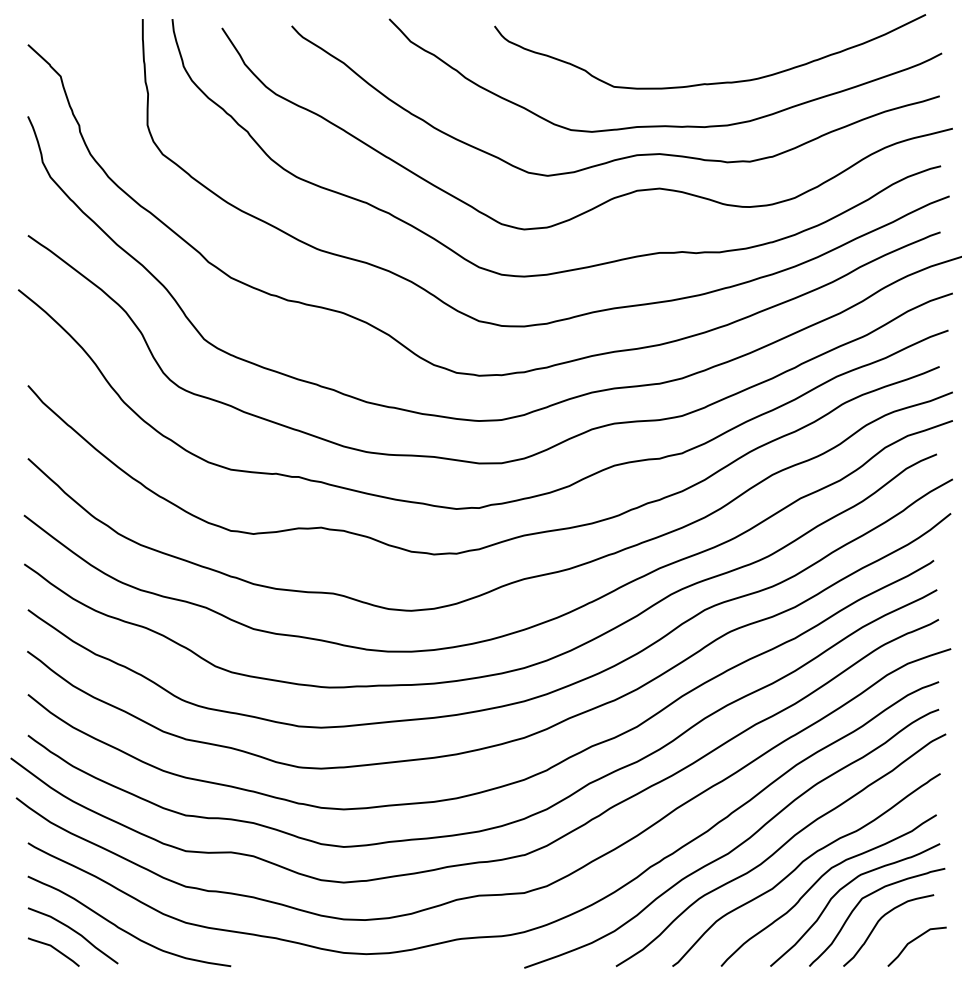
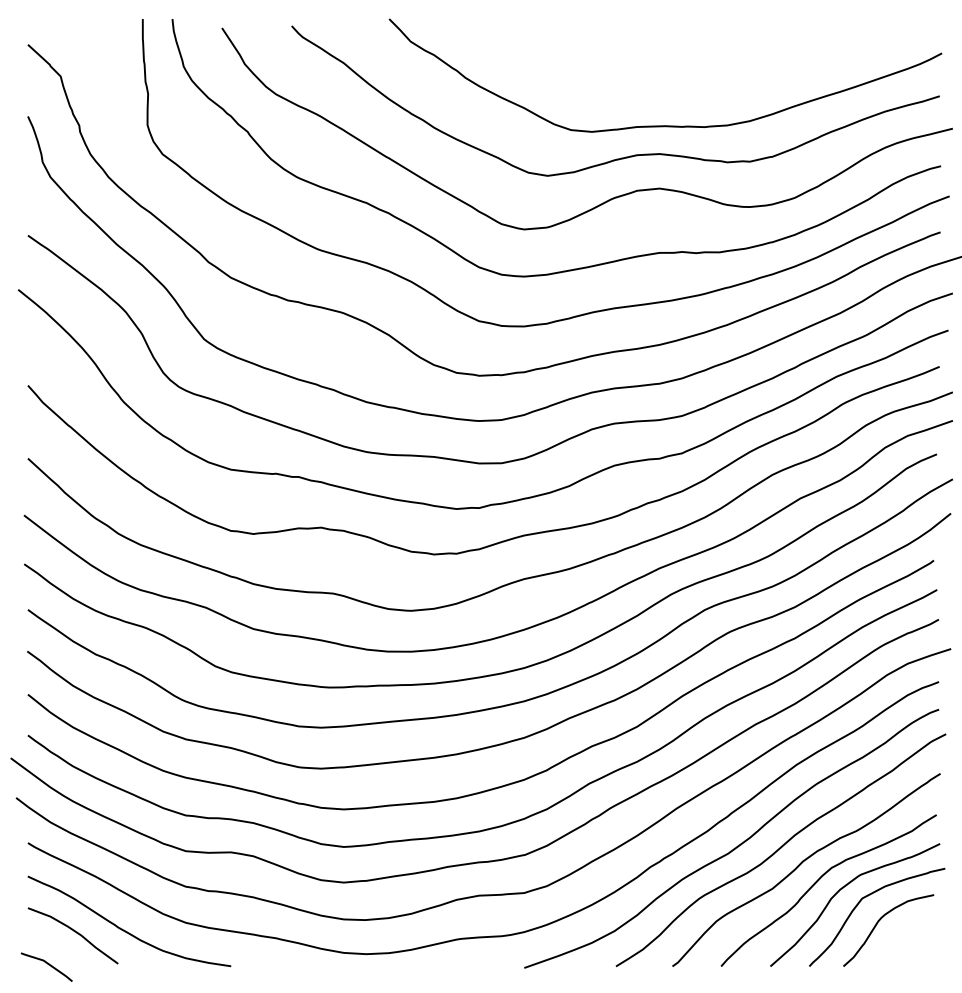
curve at (713, 82): present -> none
line at (913, 941): present -> none
line at (54, 949) position: (54, 949) -> (47, 964)
